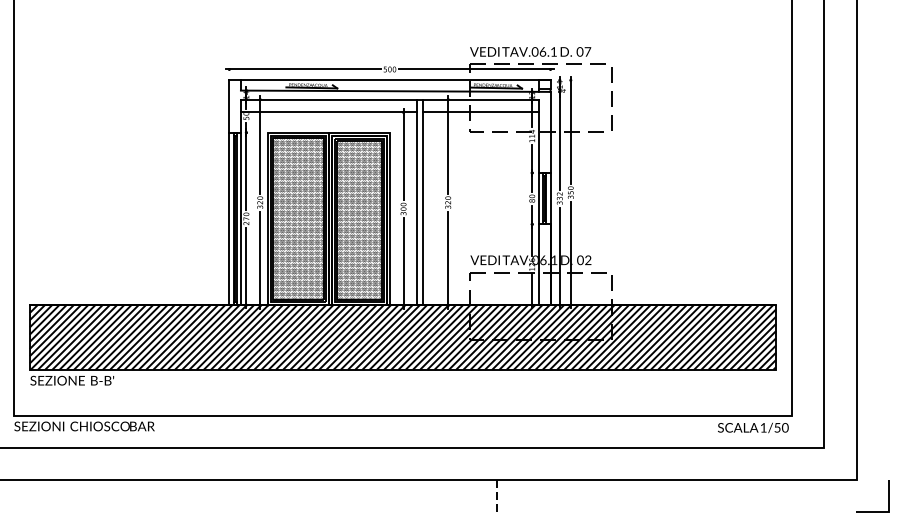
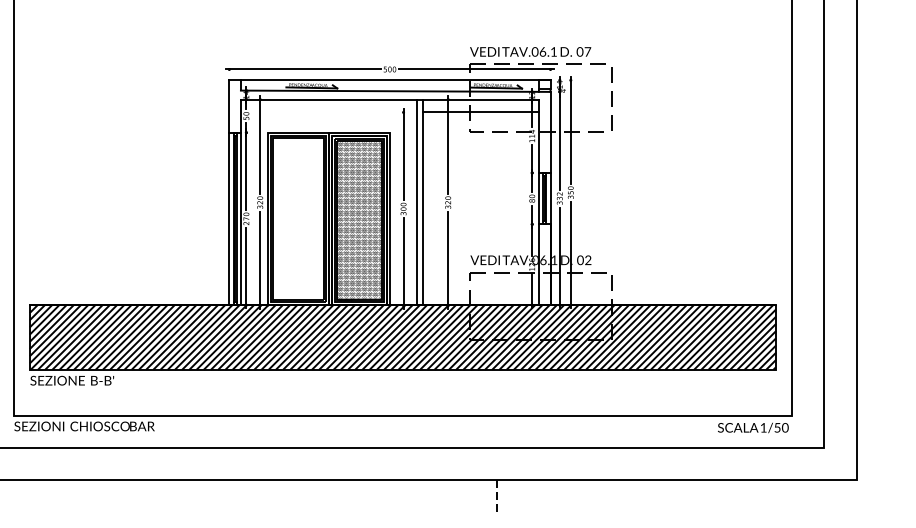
line at (328, 112): present -> none
hatch at (298, 218): present -> none
line at (872, 511): present -> none
